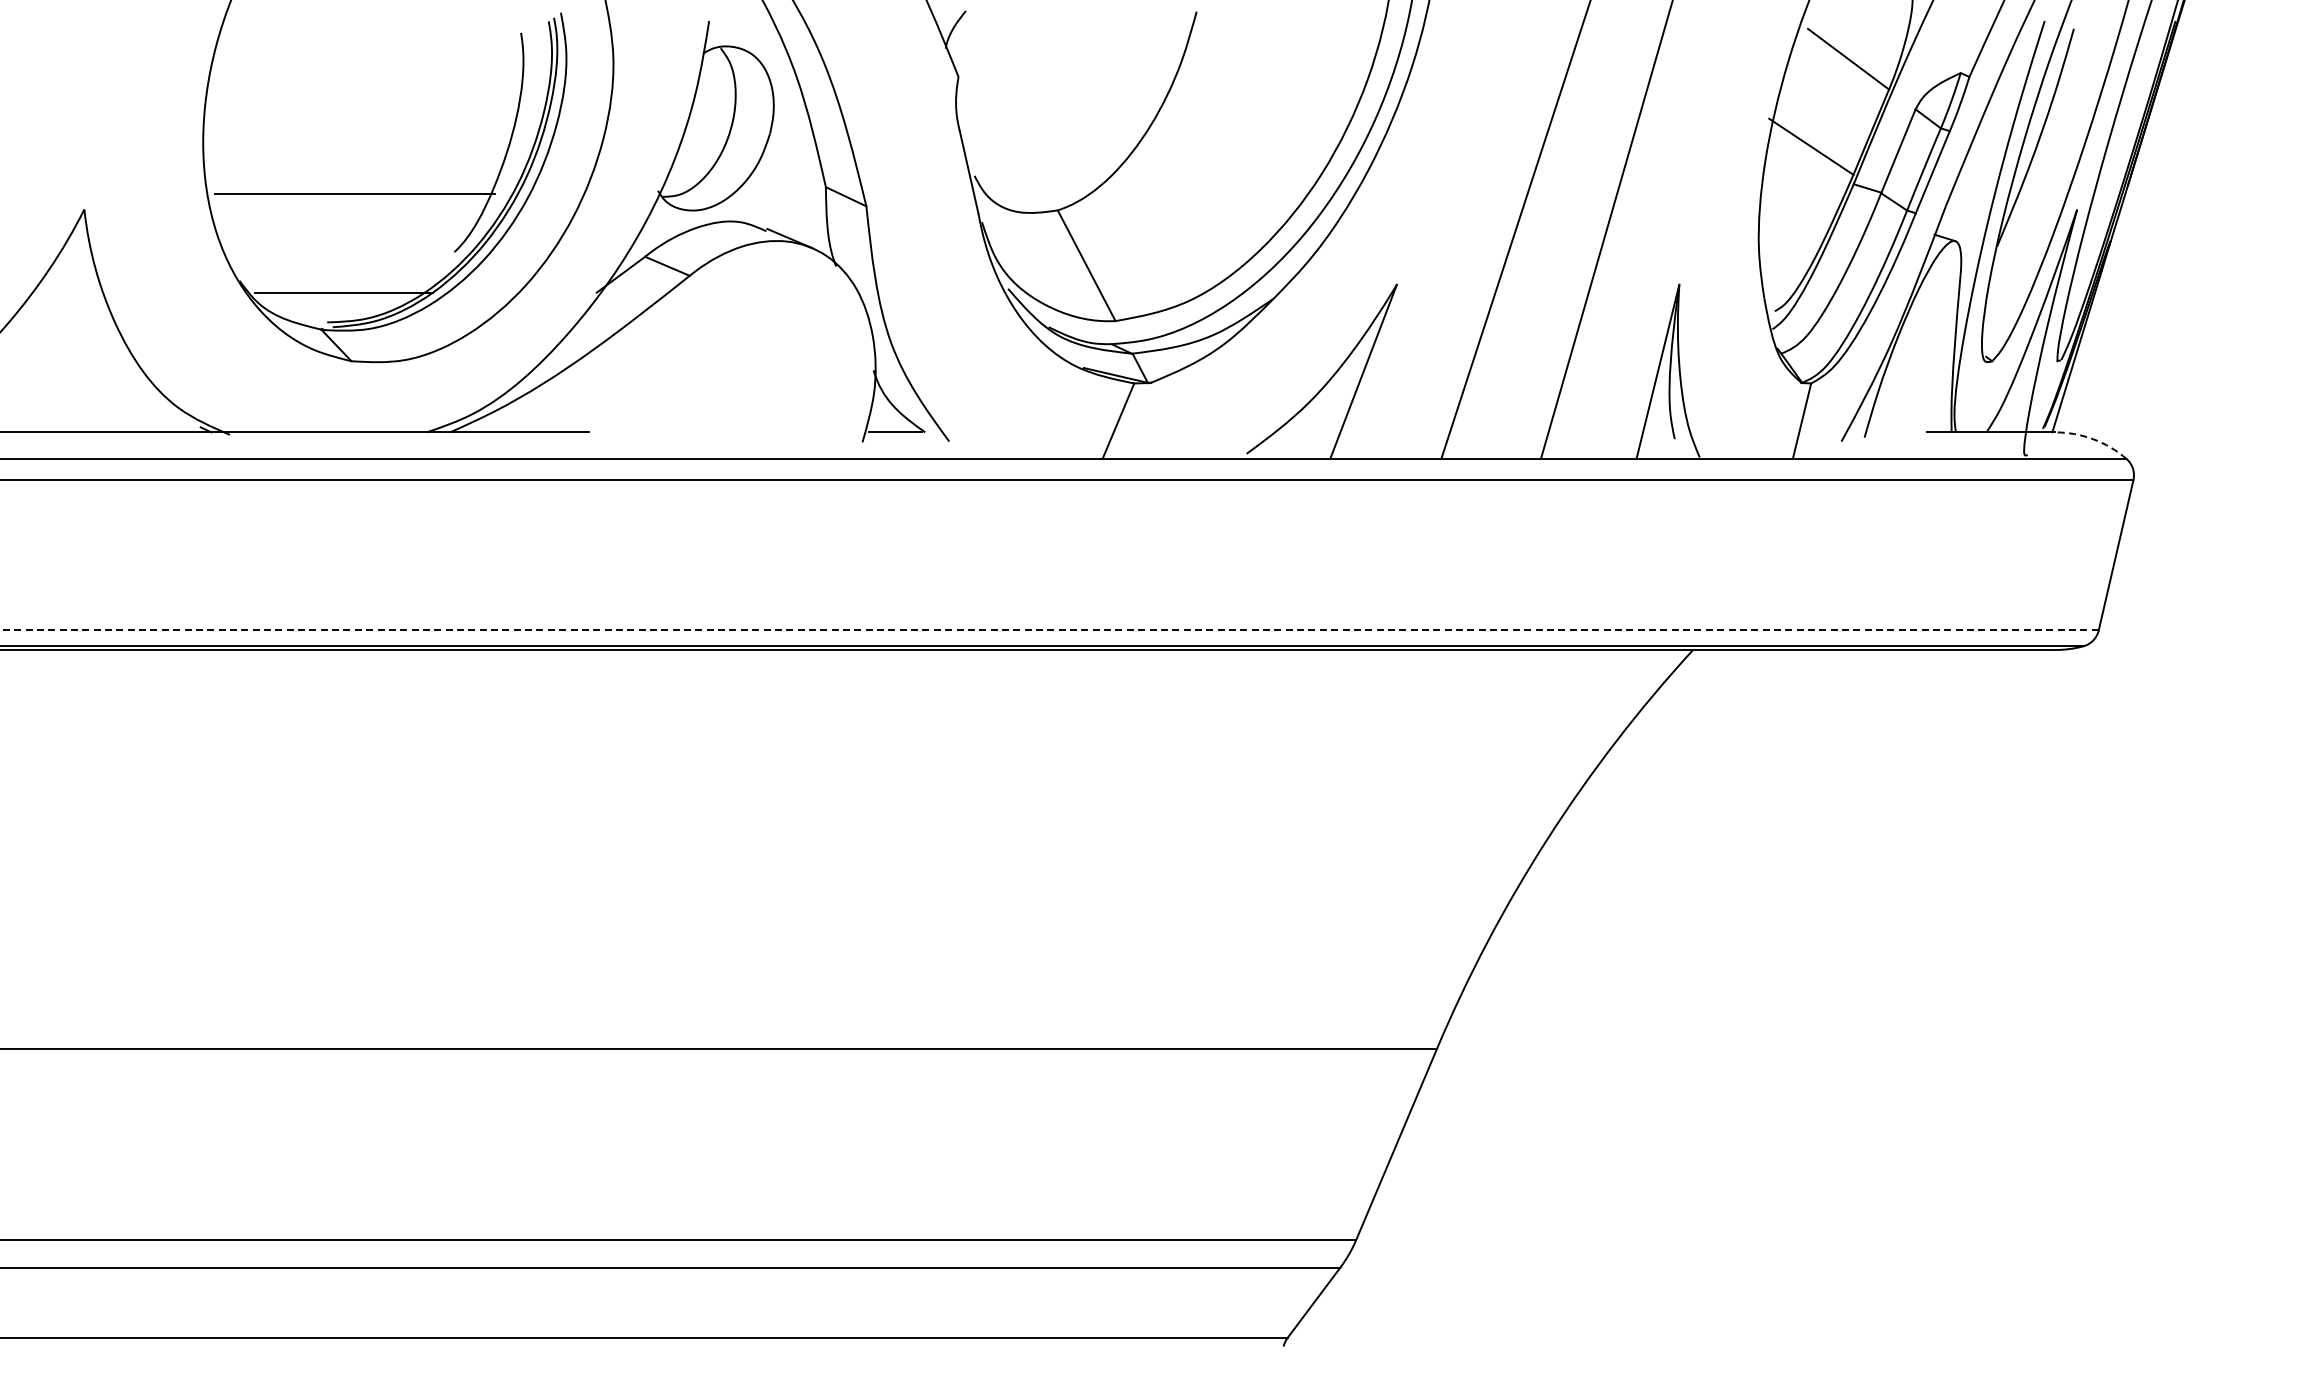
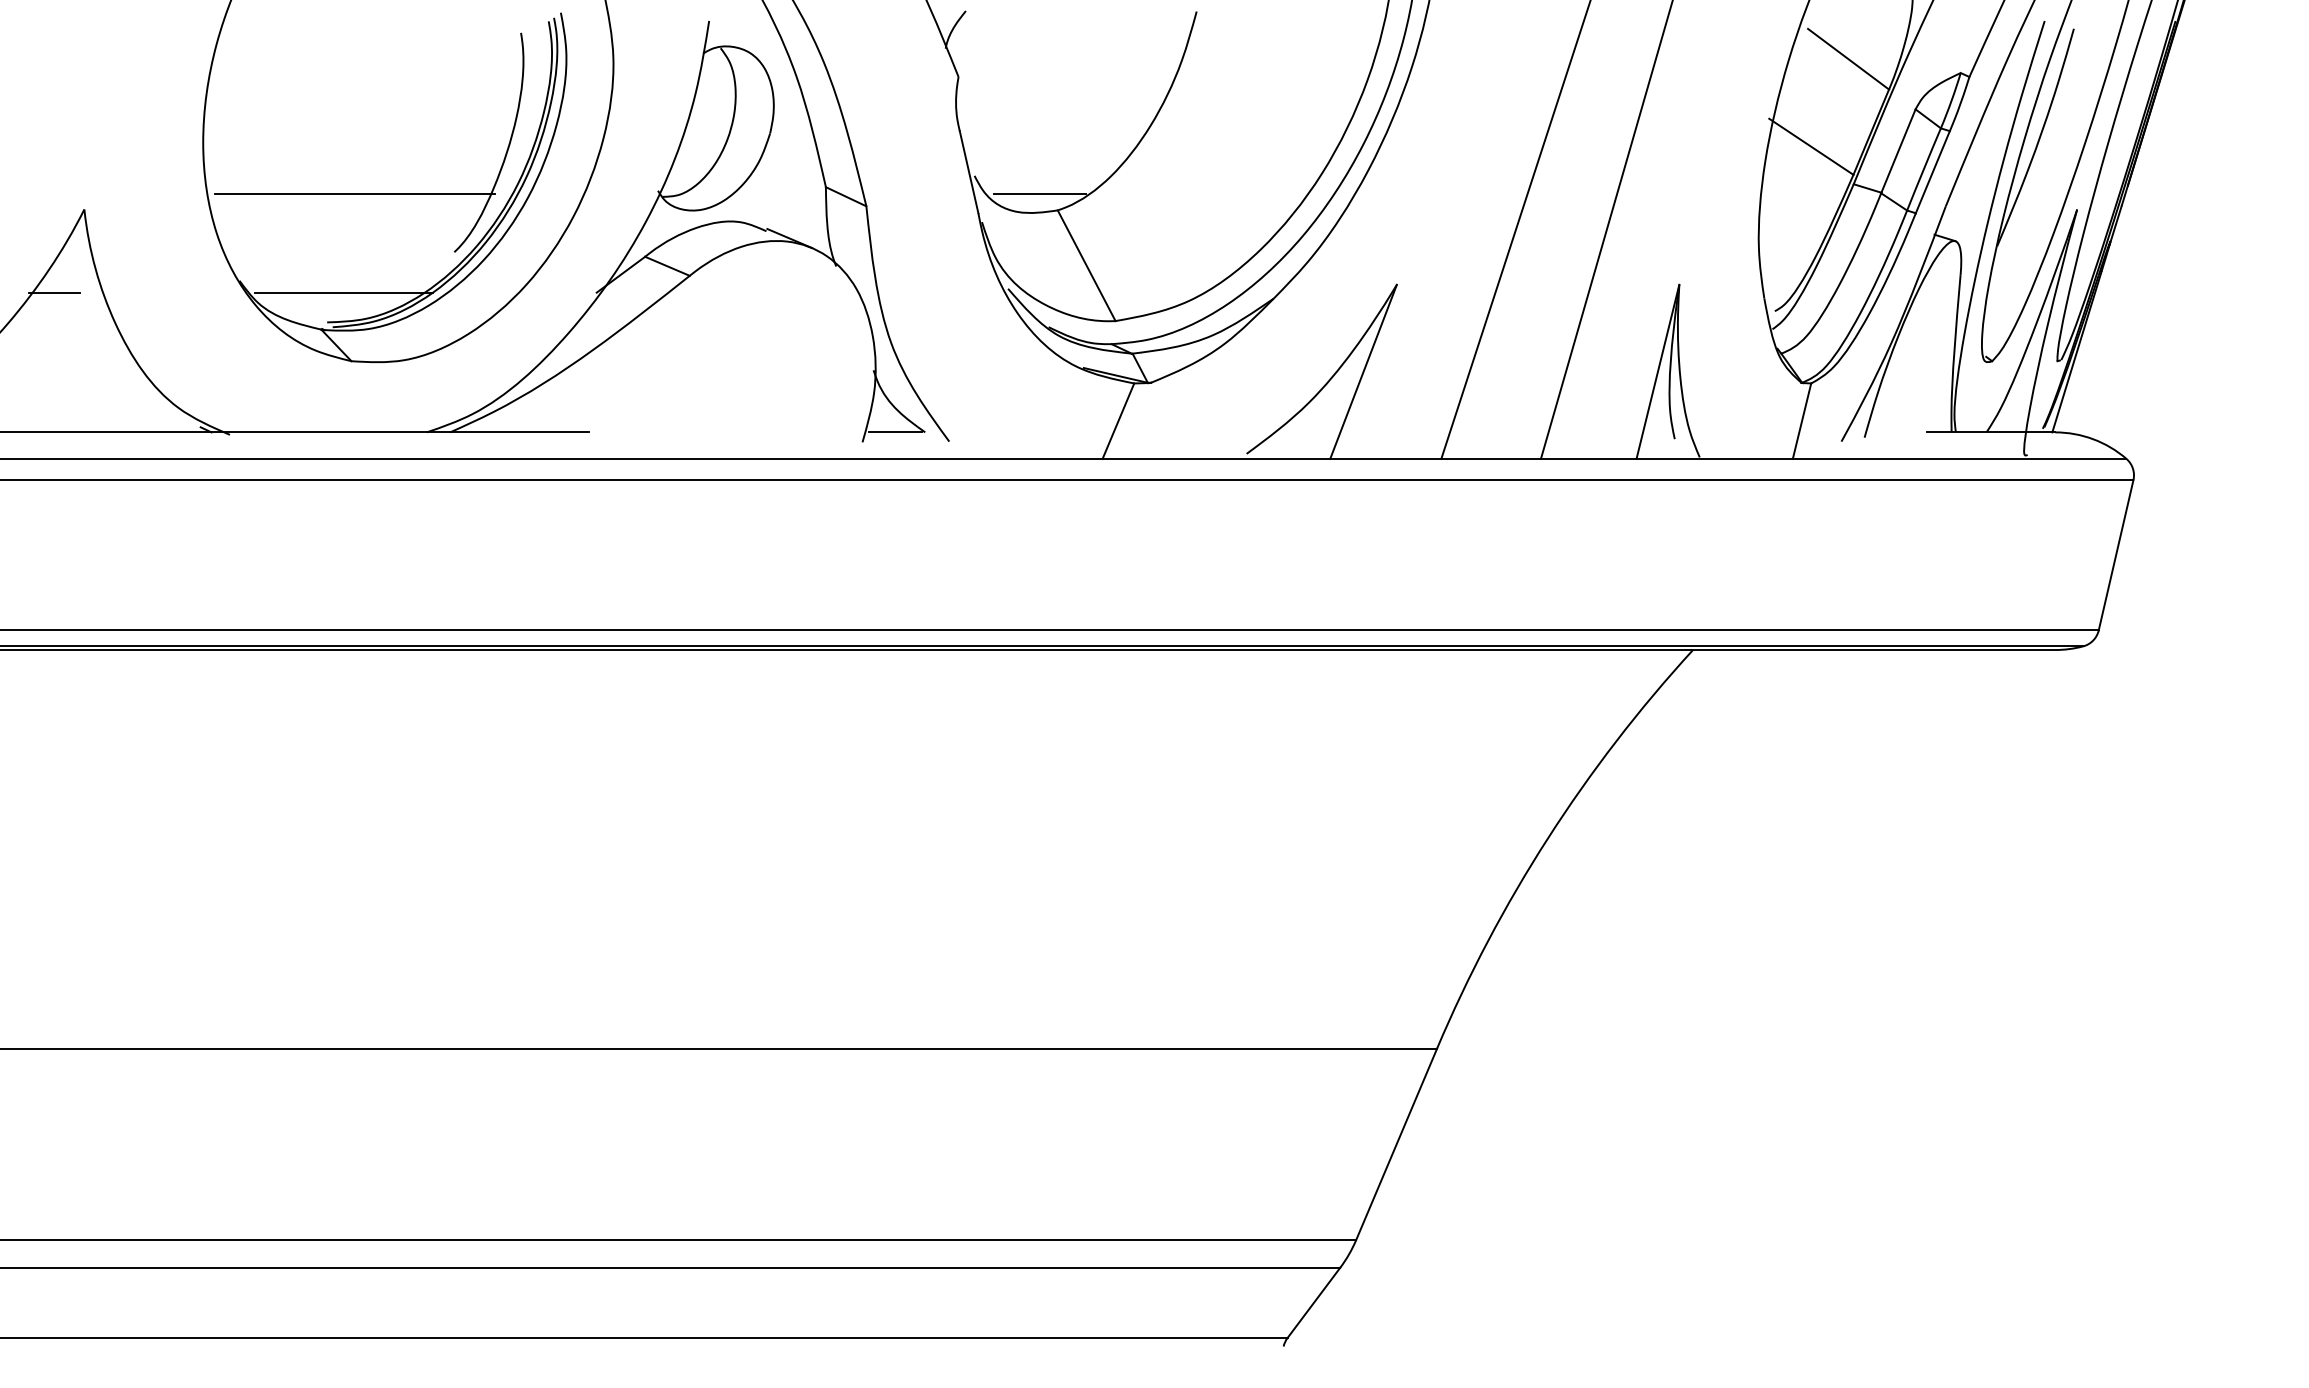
line at (1039, 194): none -> present
line at (54, 293): none -> present
arc at (2093, 439): dashed -> solid
line at (1048, 630): dashed -> solid
